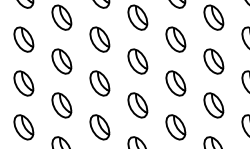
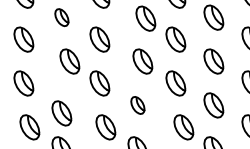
part at (61, 17) size: 22x27 px -> 16x20 px
part at (137, 17) position: (137, 17) -> (145, 18)
part at (61, 61) position: (61, 61) -> (69, 61)
part at (137, 61) position: (137, 61) -> (142, 61)
part at (61, 105) position: (61, 105) -> (61, 113)
part at (137, 105) size: 22x27 px -> 16x19 px
part at (23, 127) position: (23, 127) -> (29, 127)
part at (99, 127) position: (99, 127) -> (105, 127)
part at (175, 127) position: (175, 127) -> (183, 127)
